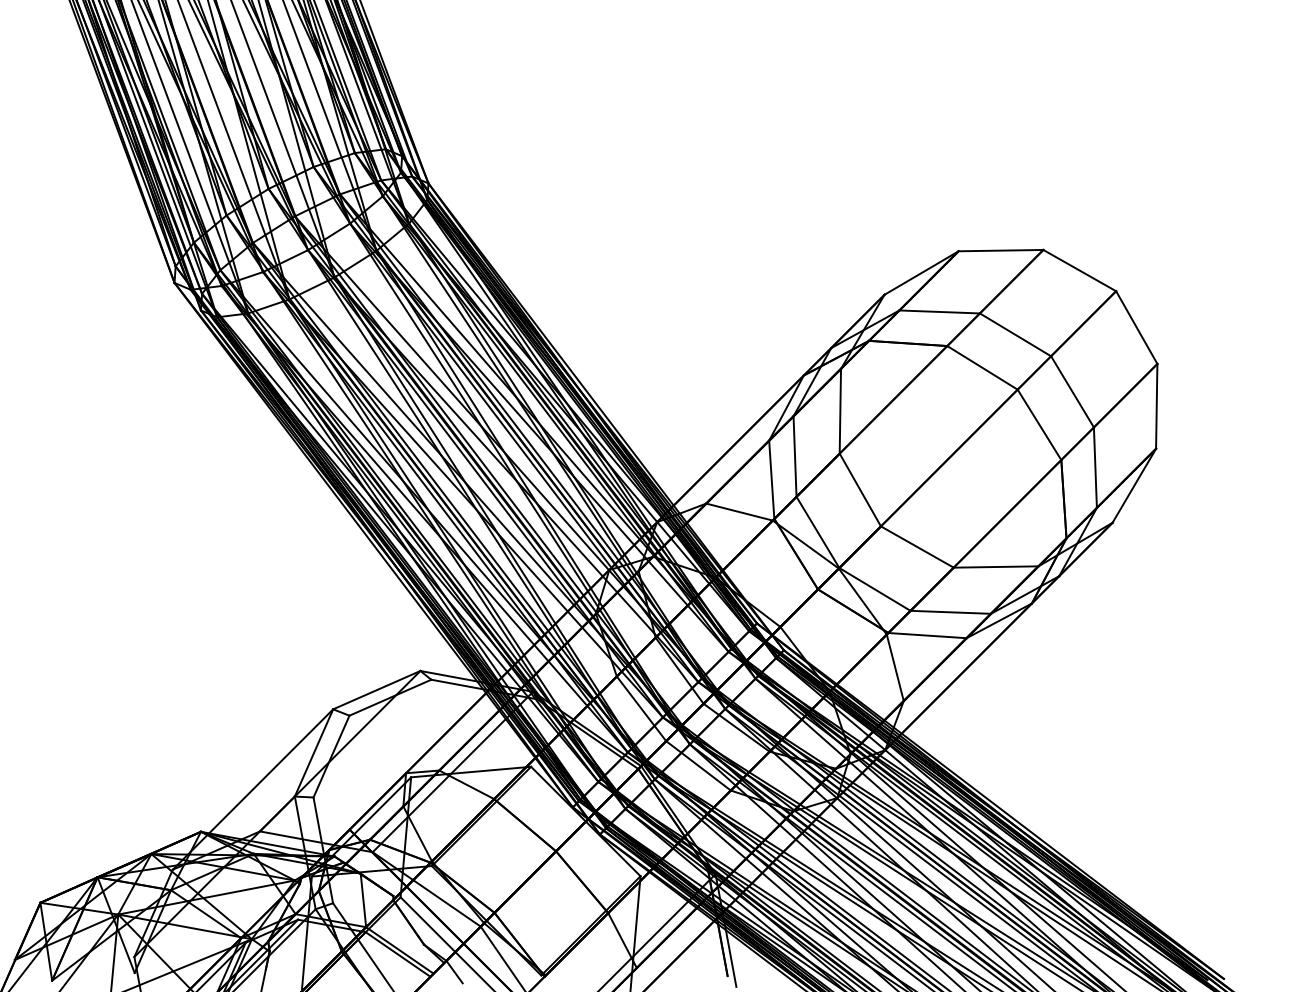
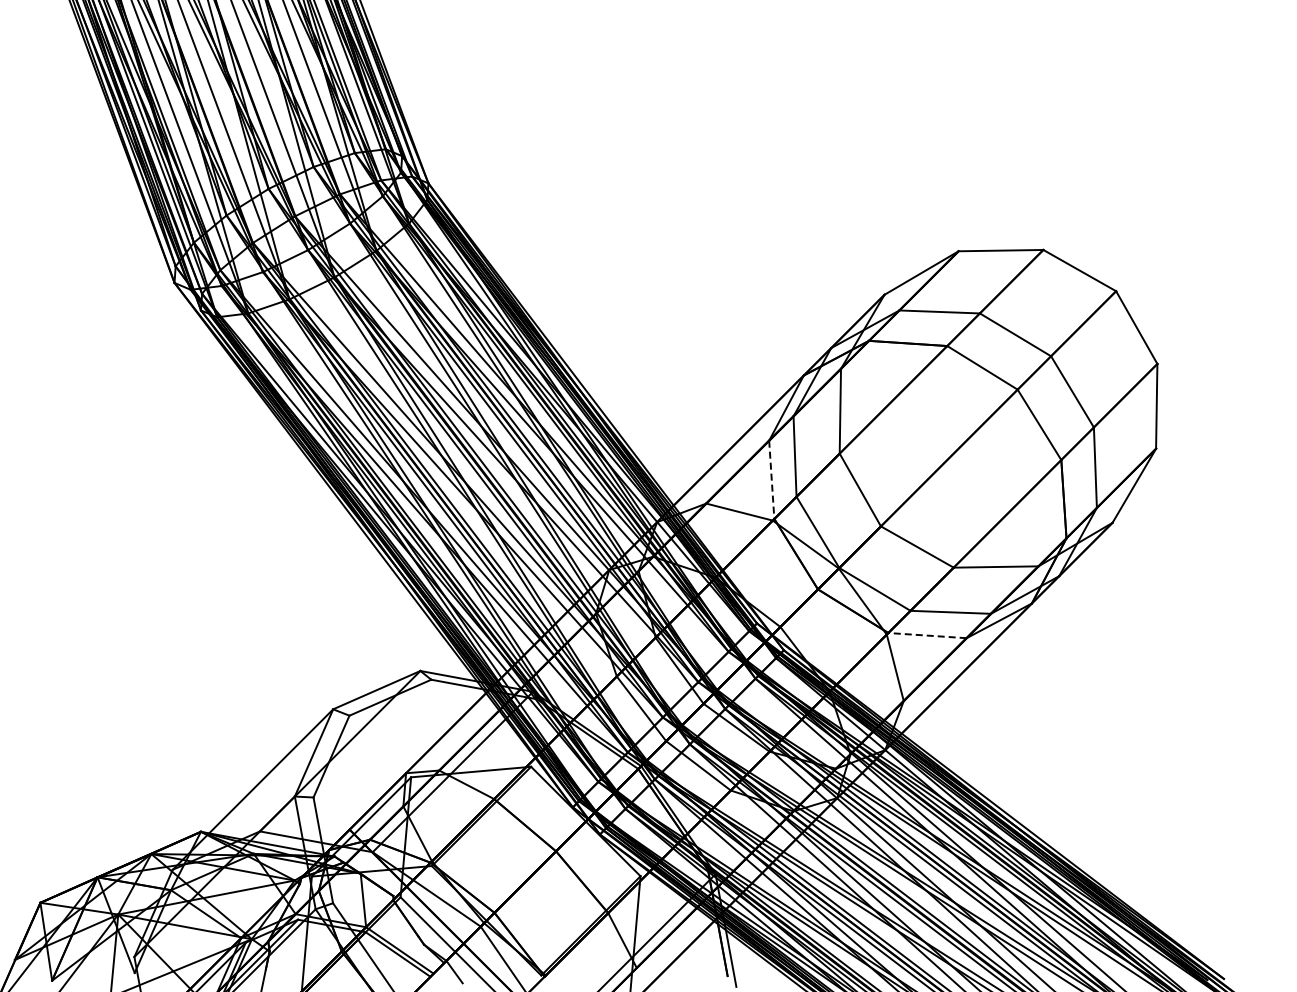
line at (771, 480): solid -> dashed
line at (927, 635): solid -> dashed
